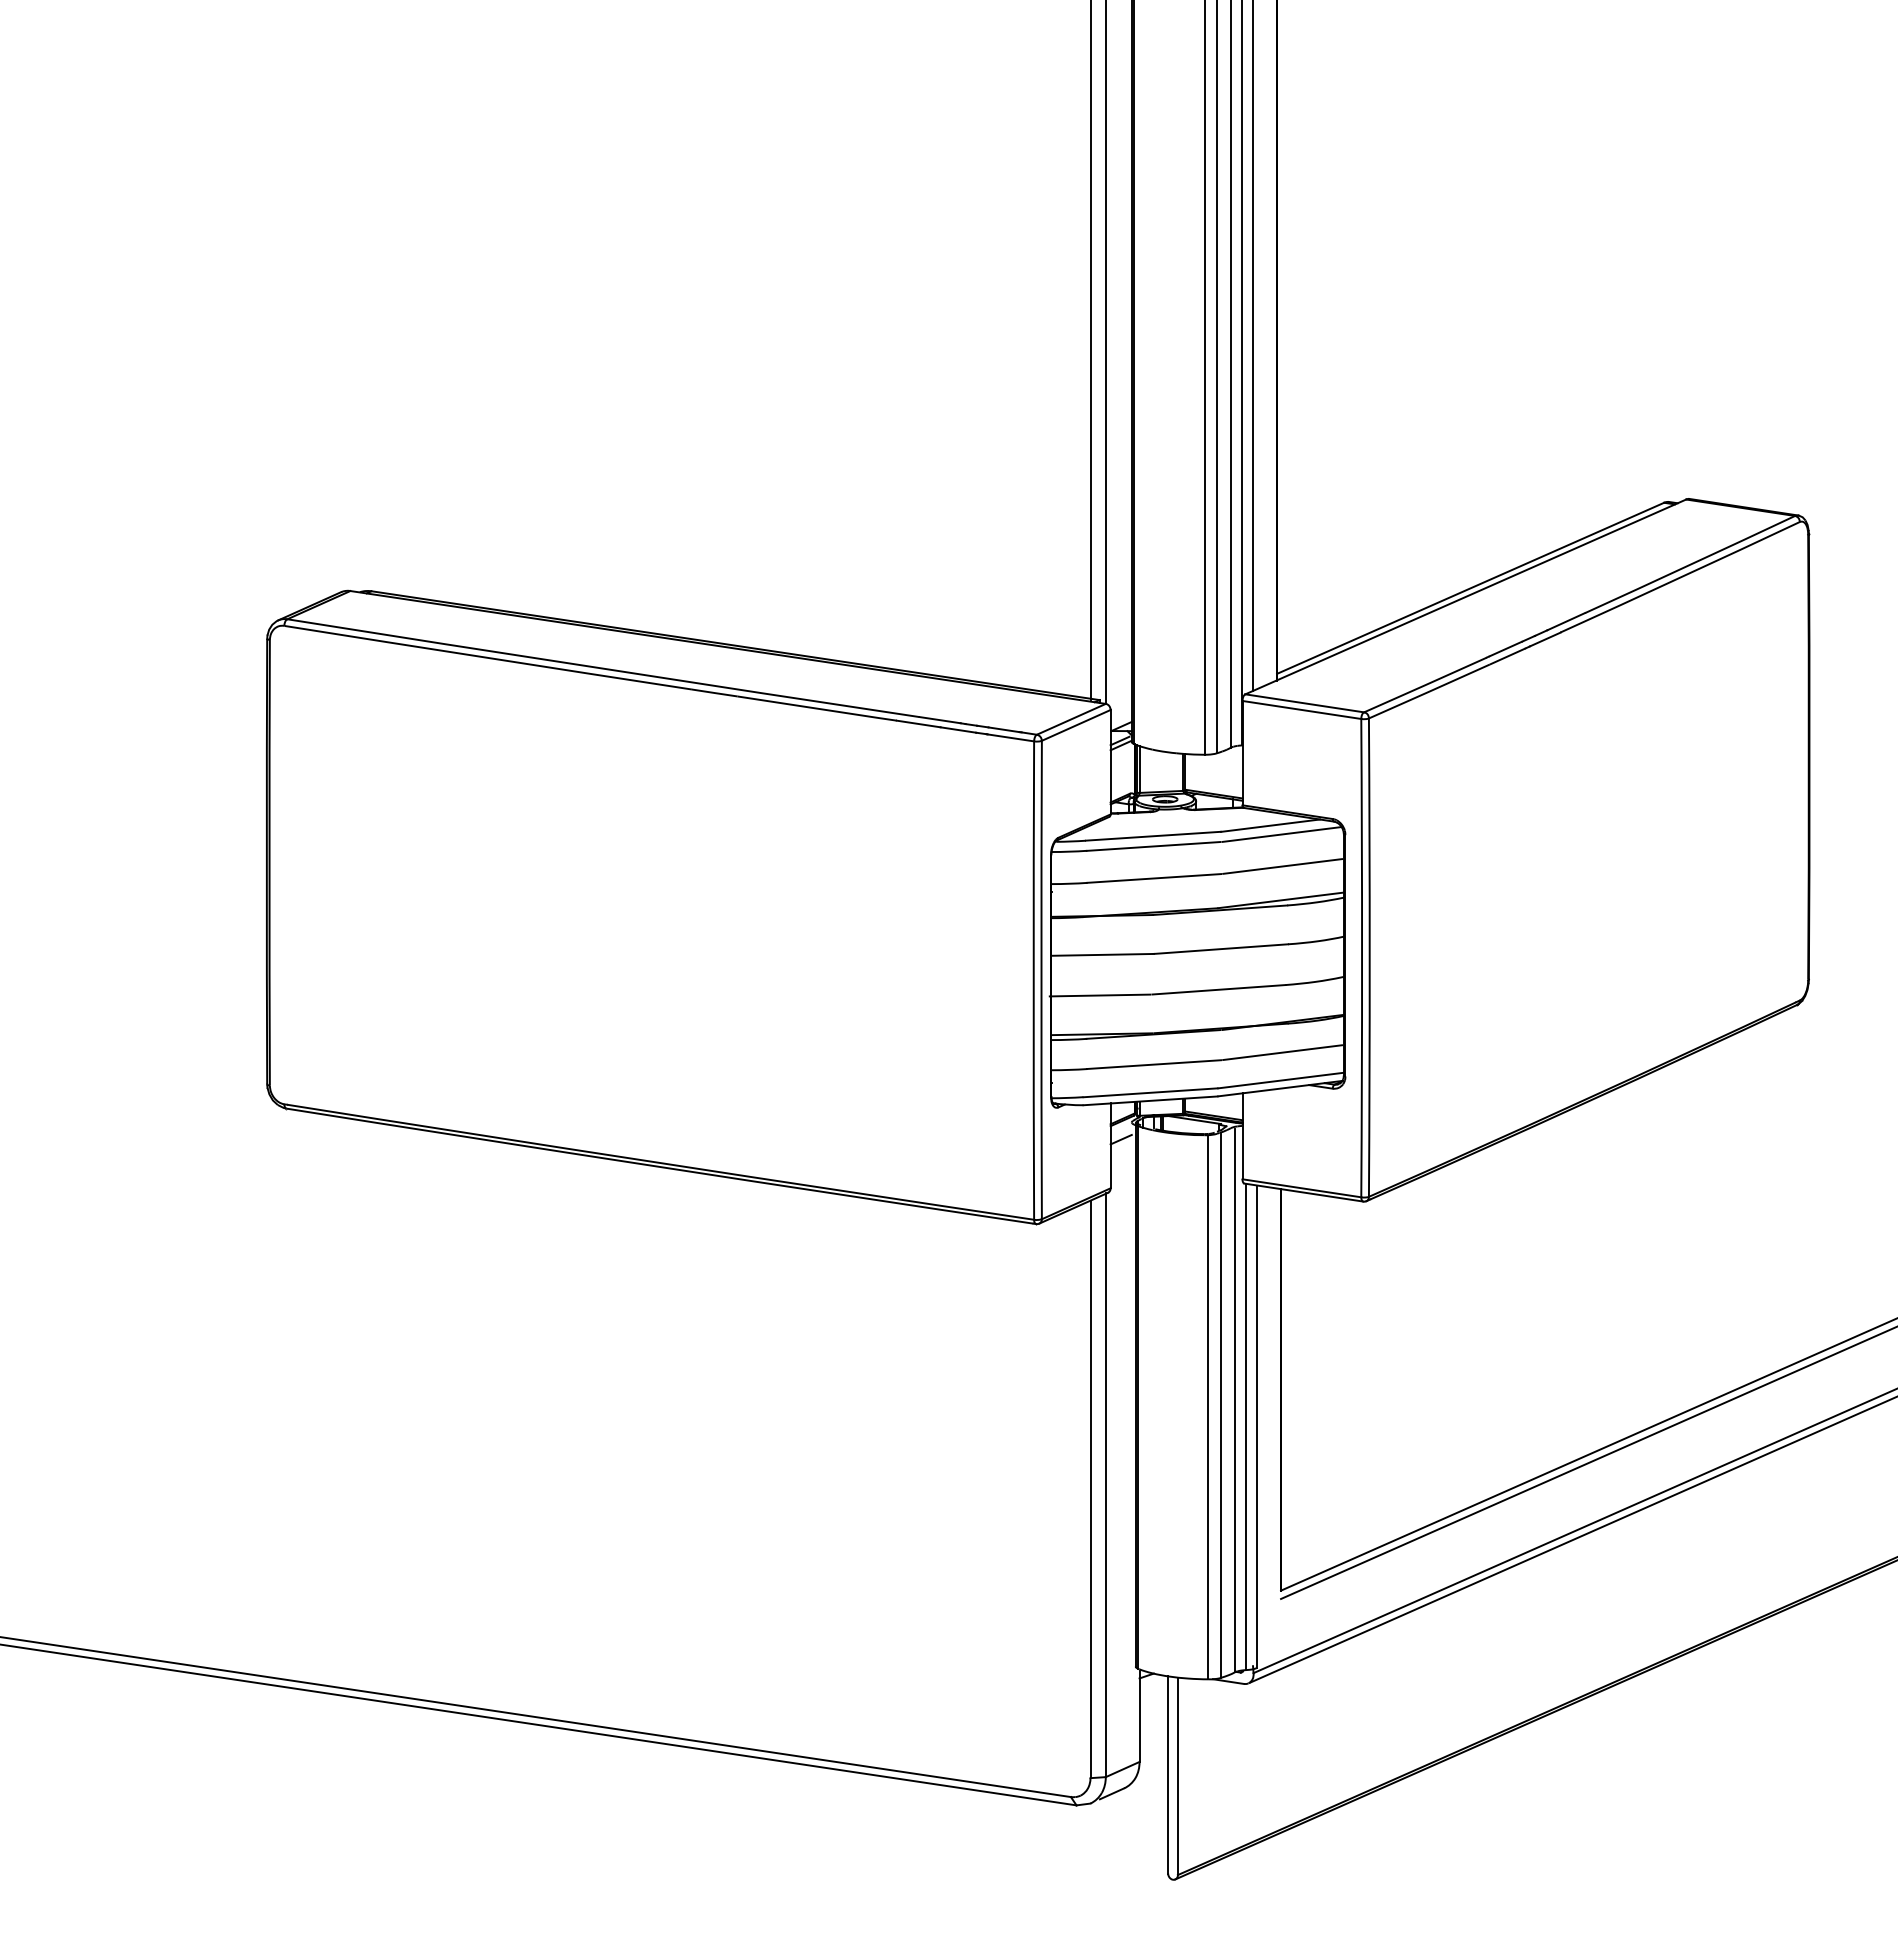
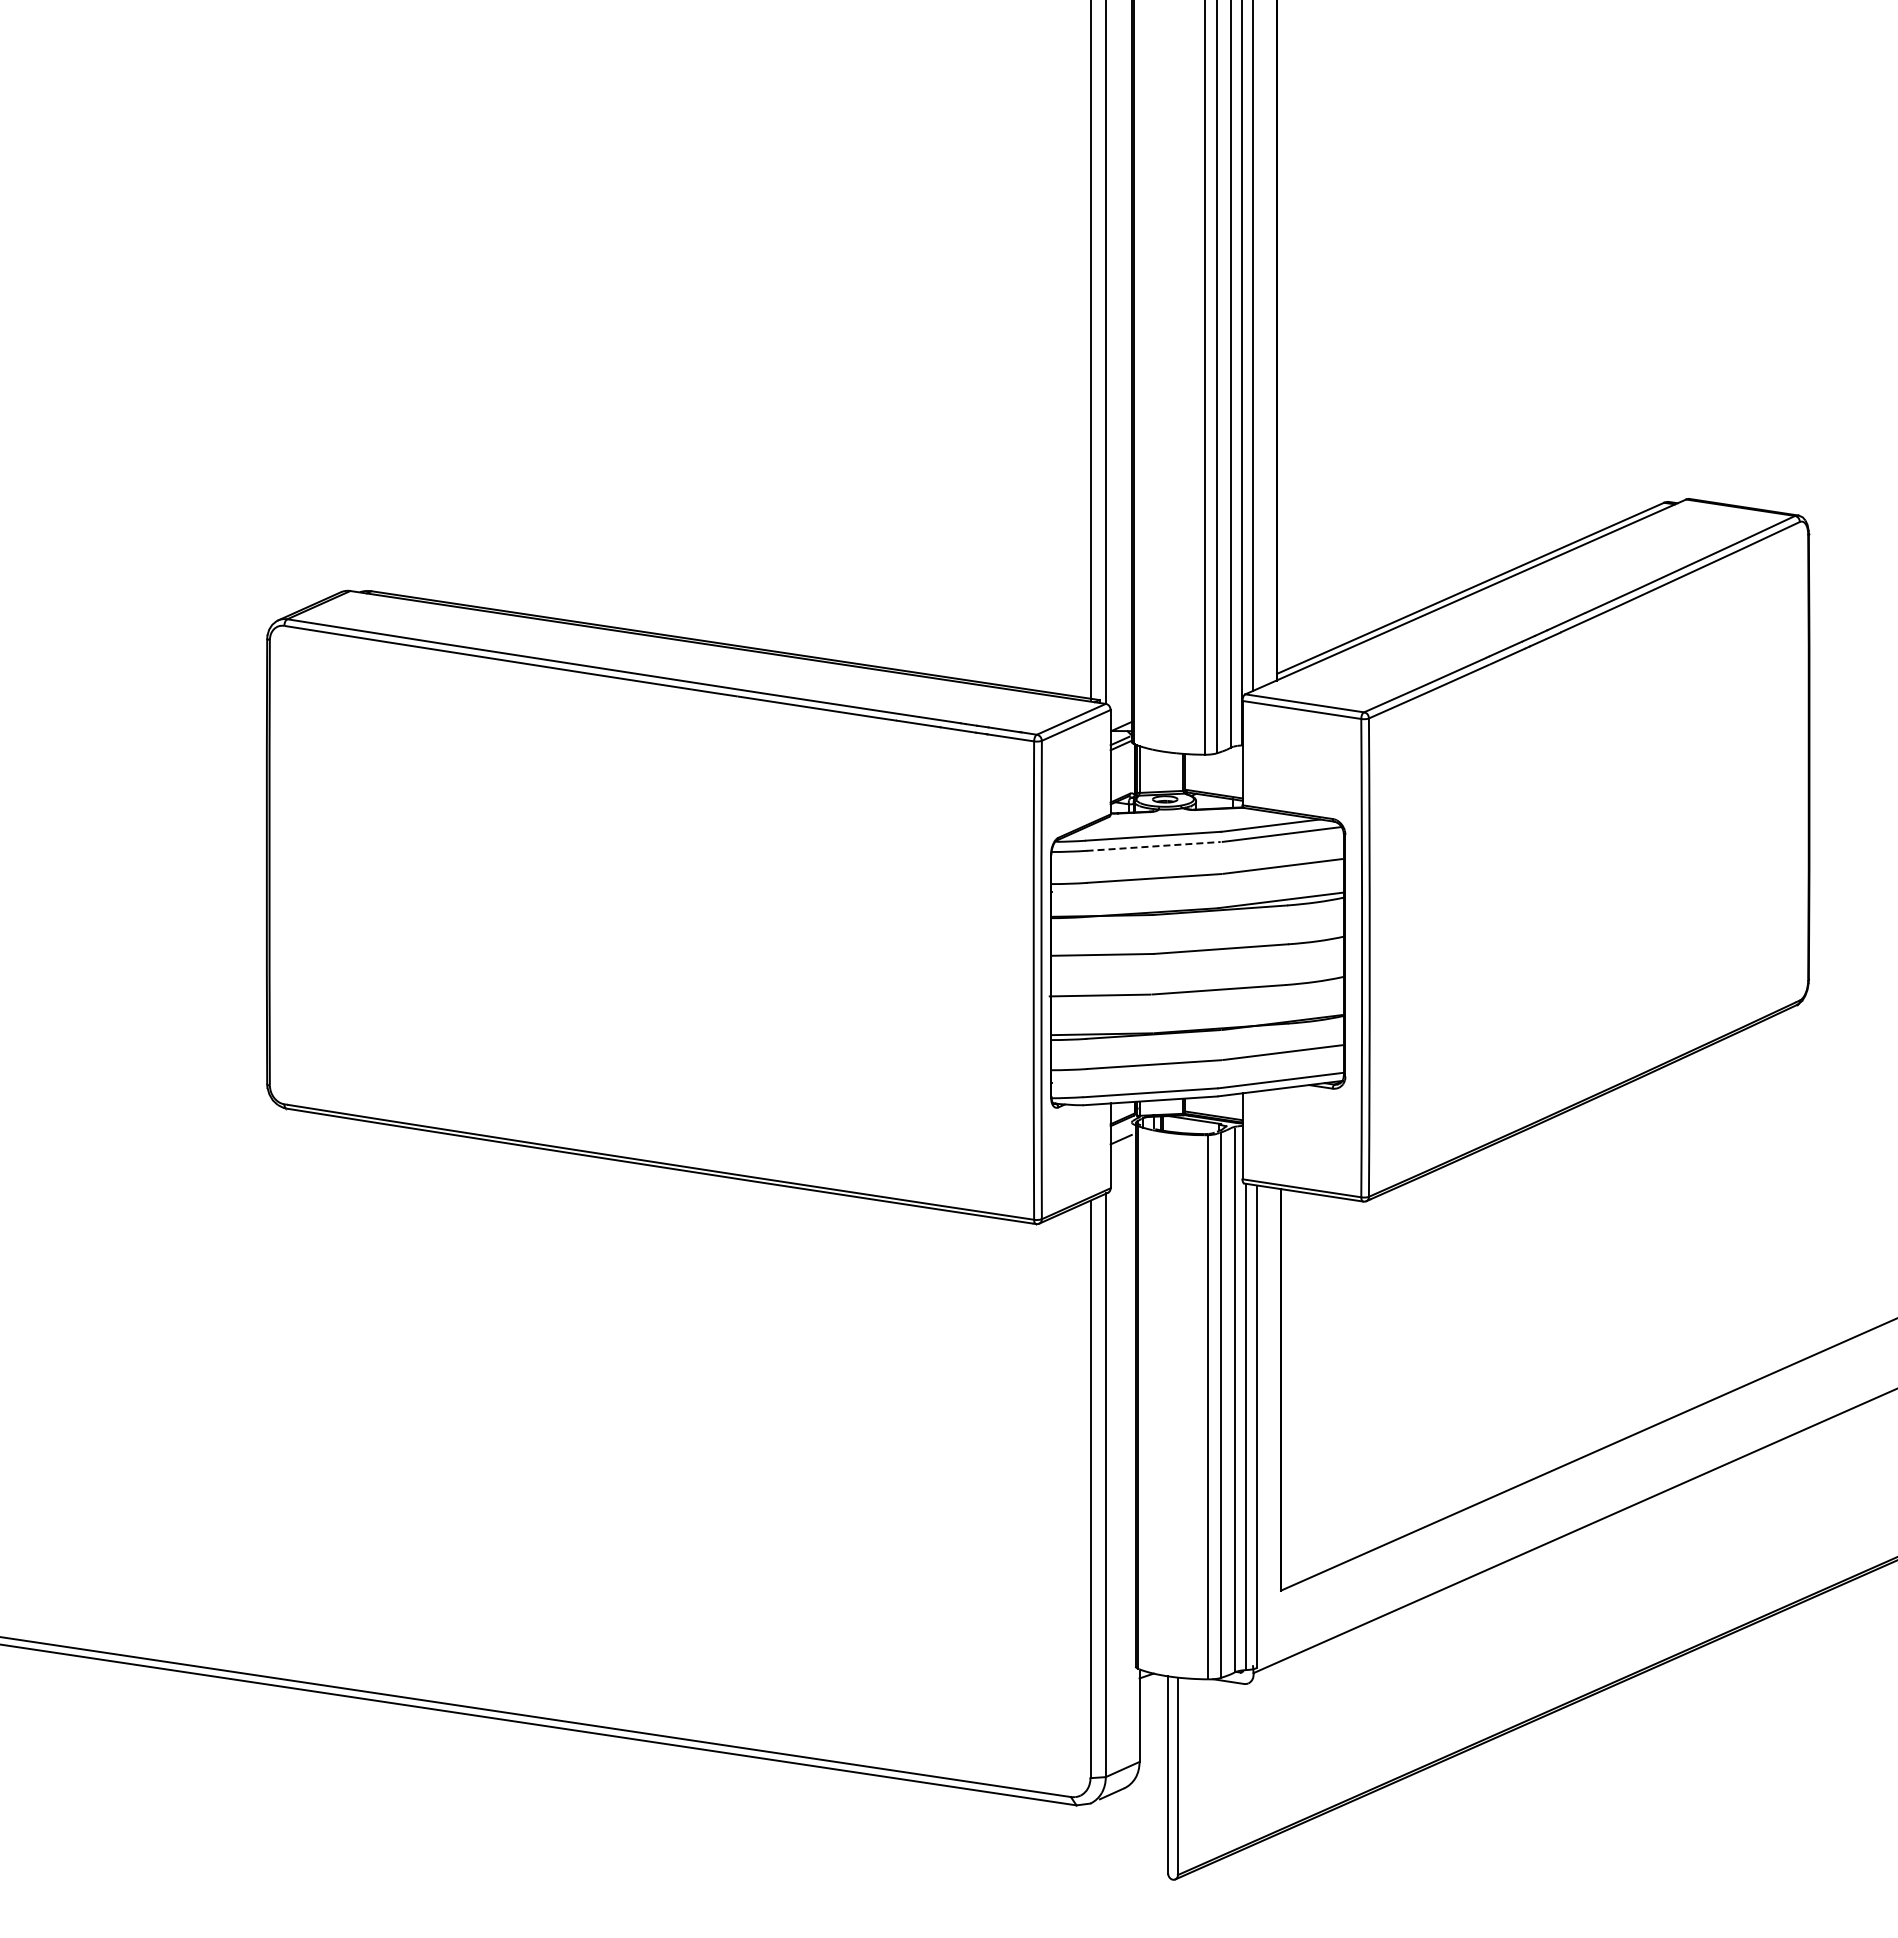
line at (1154, 846): solid -> dashed
line at (1587, 1462): present -> none
line at (1572, 1539): present -> none
